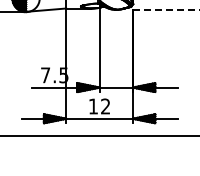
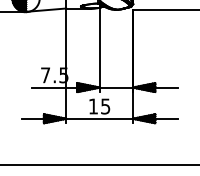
line at (166, 9): dashed -> solid
text at (105, 106): 12 -> 15
line at (99, 136) position: (99, 136) -> (99, 165)
